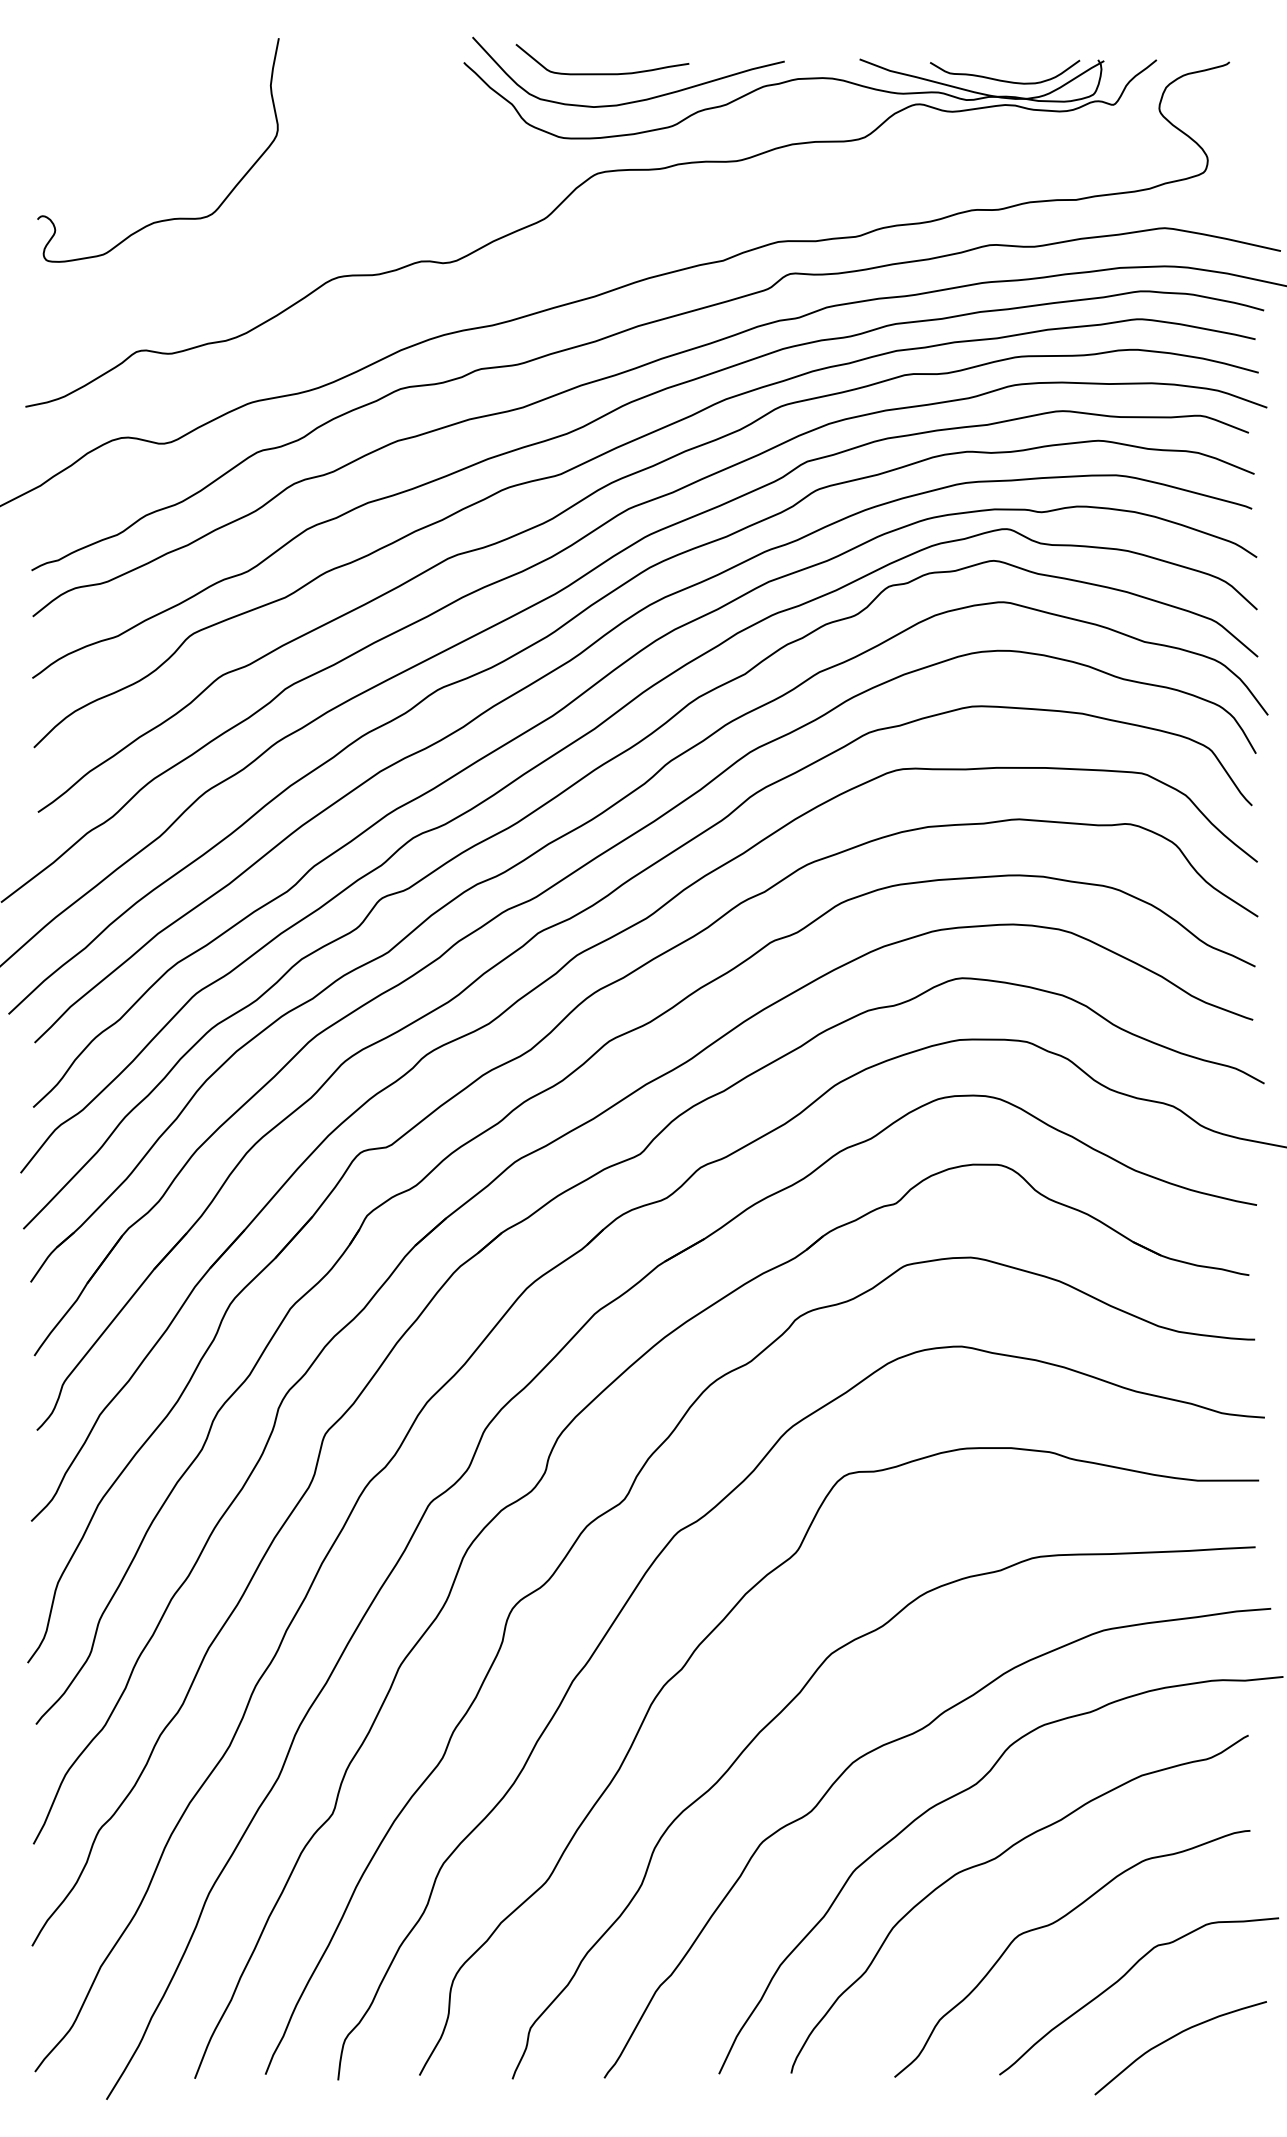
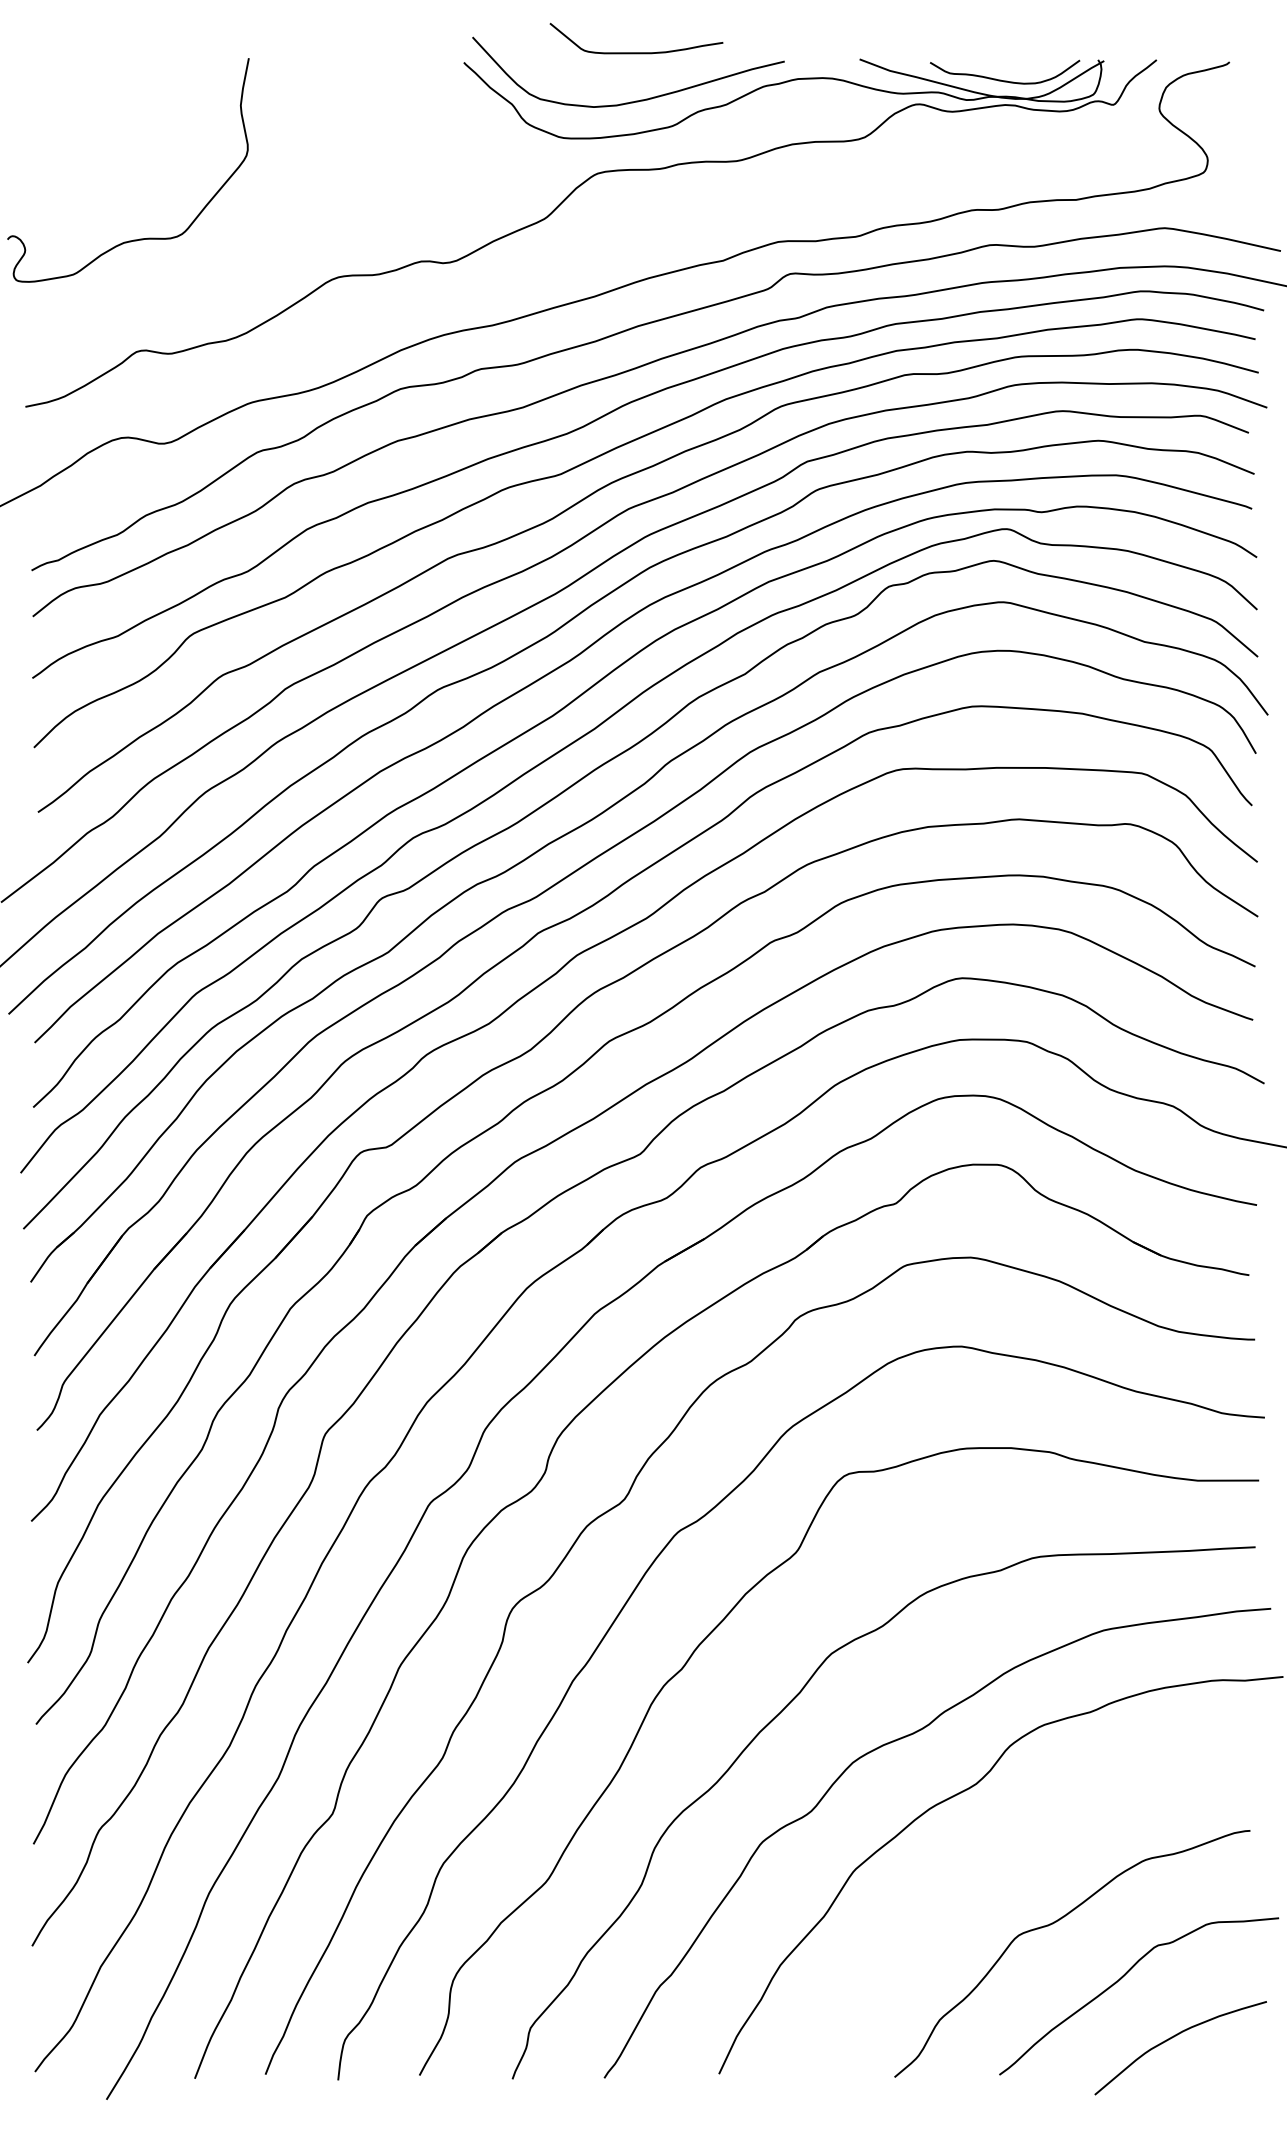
curve at (602, 73) position: (602, 73) -> (636, 52)
curve at (169, 218) position: (169, 218) -> (139, 238)
curve at (997, 1858): present -> none
